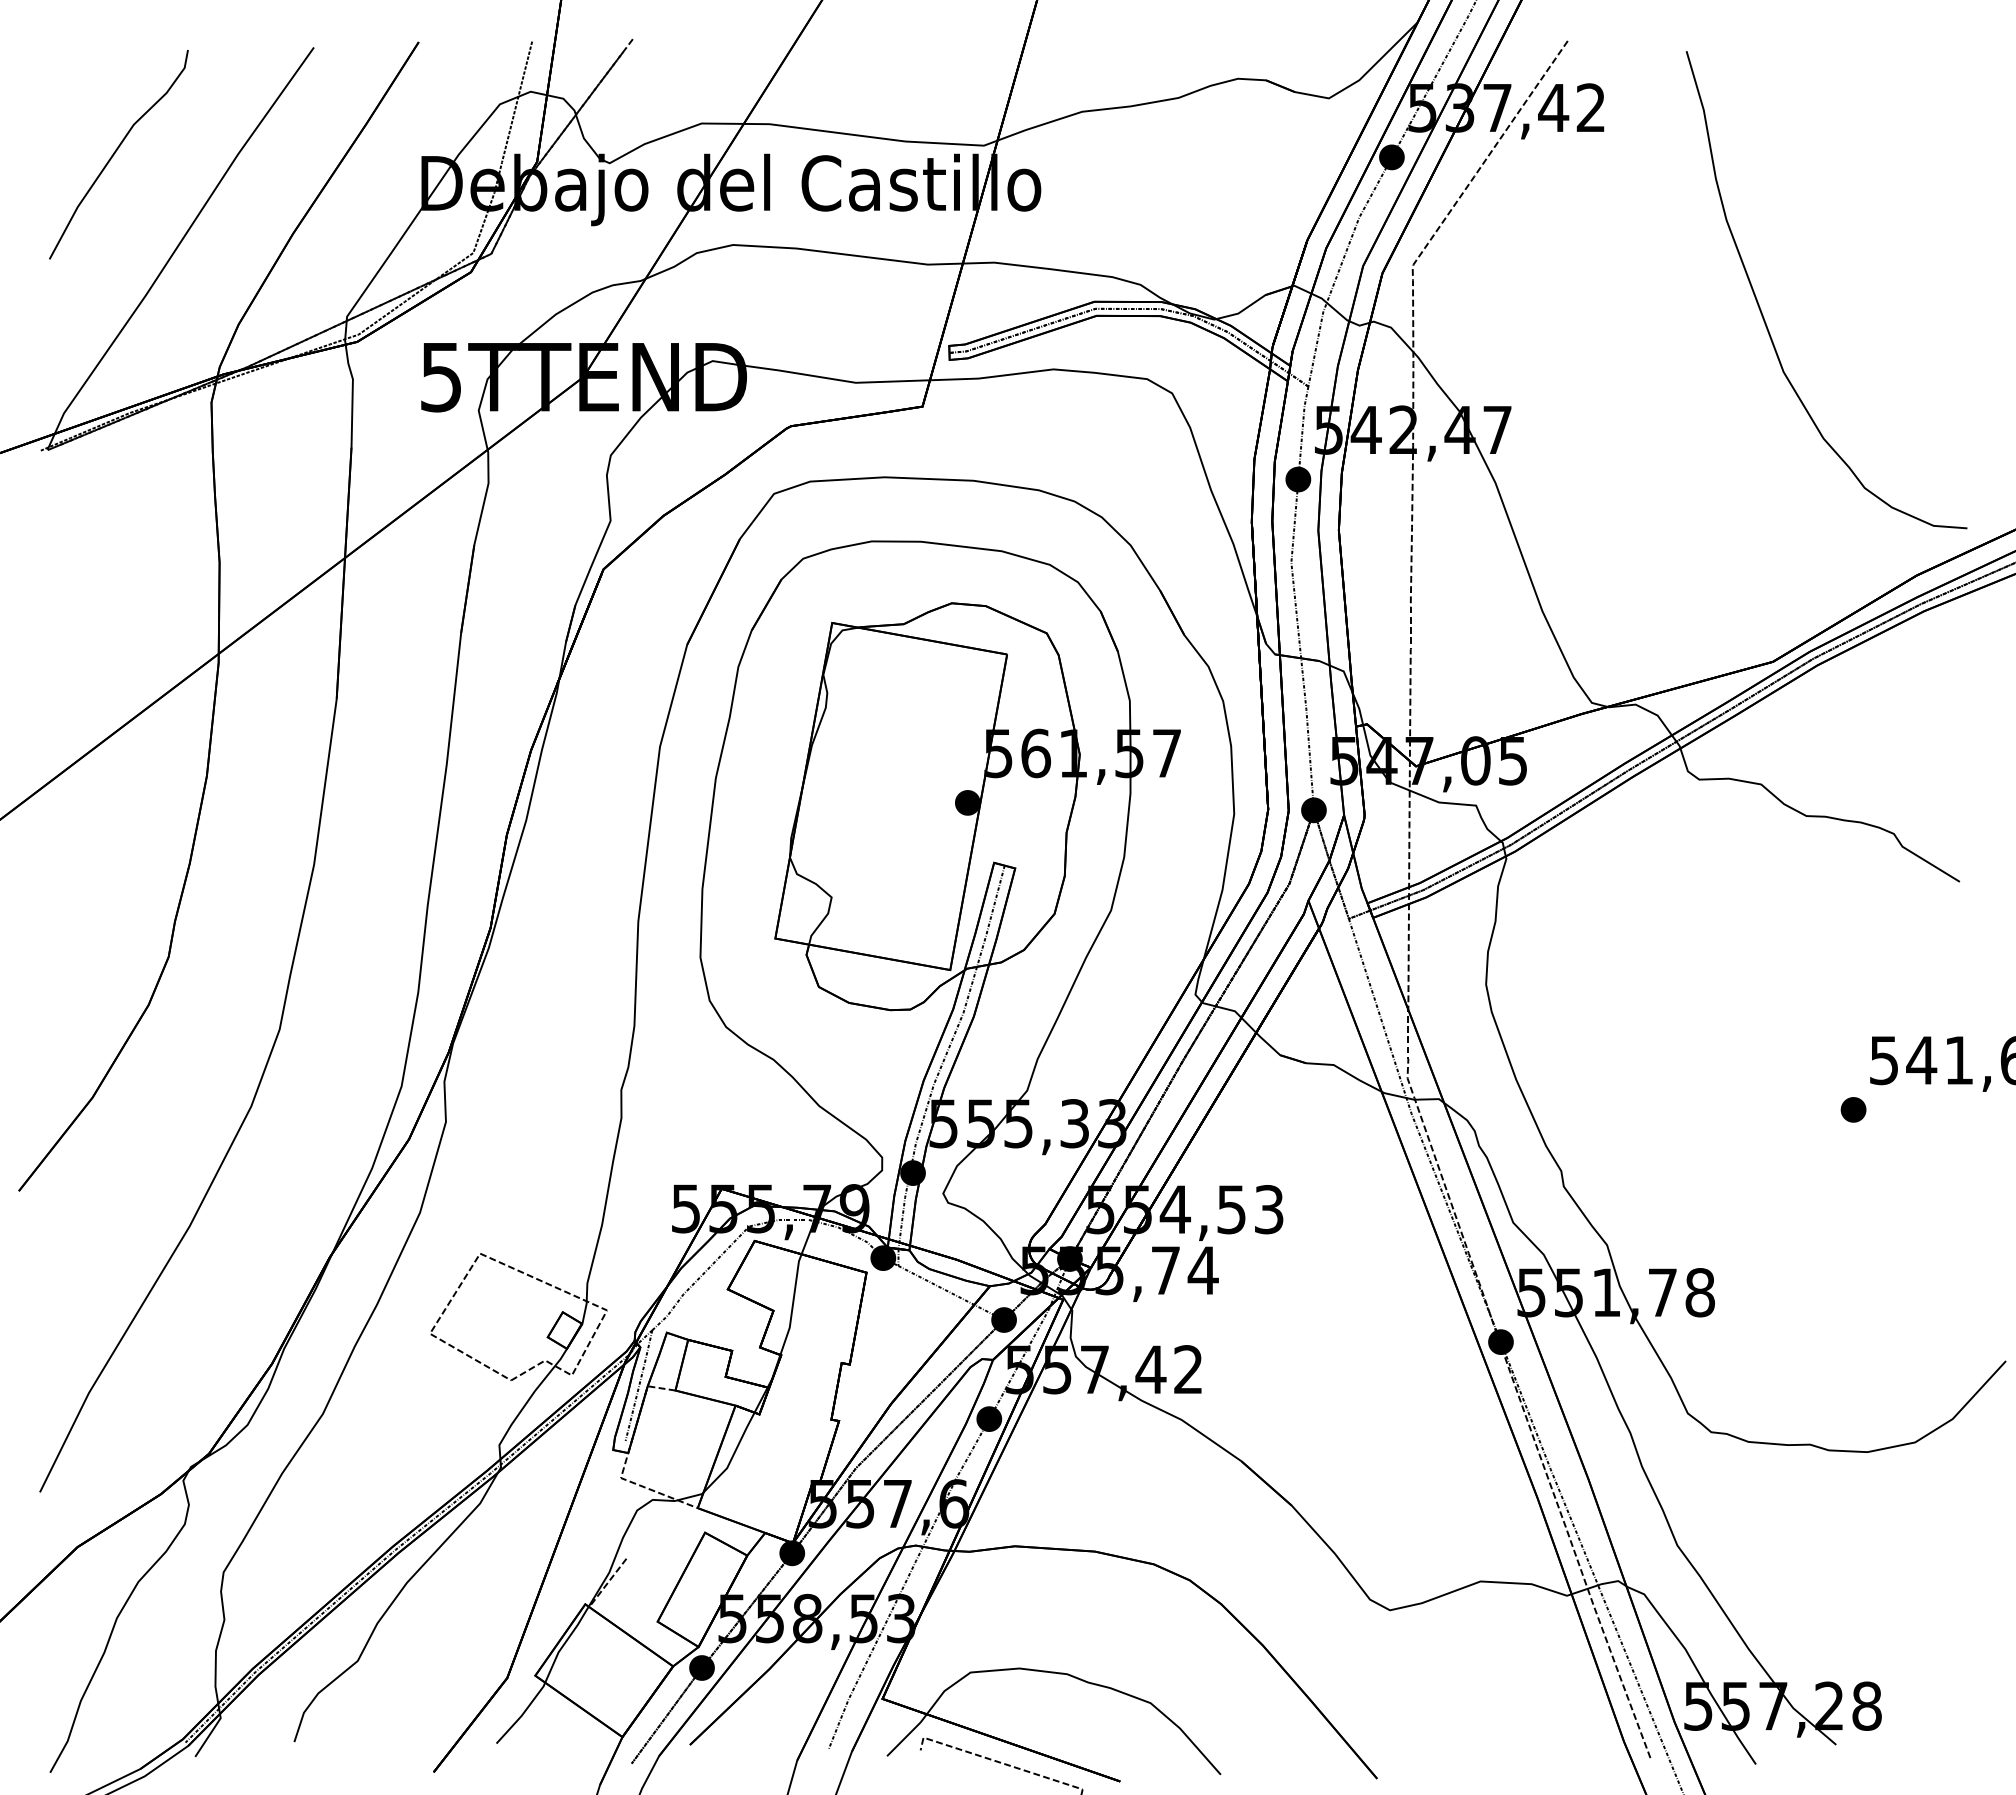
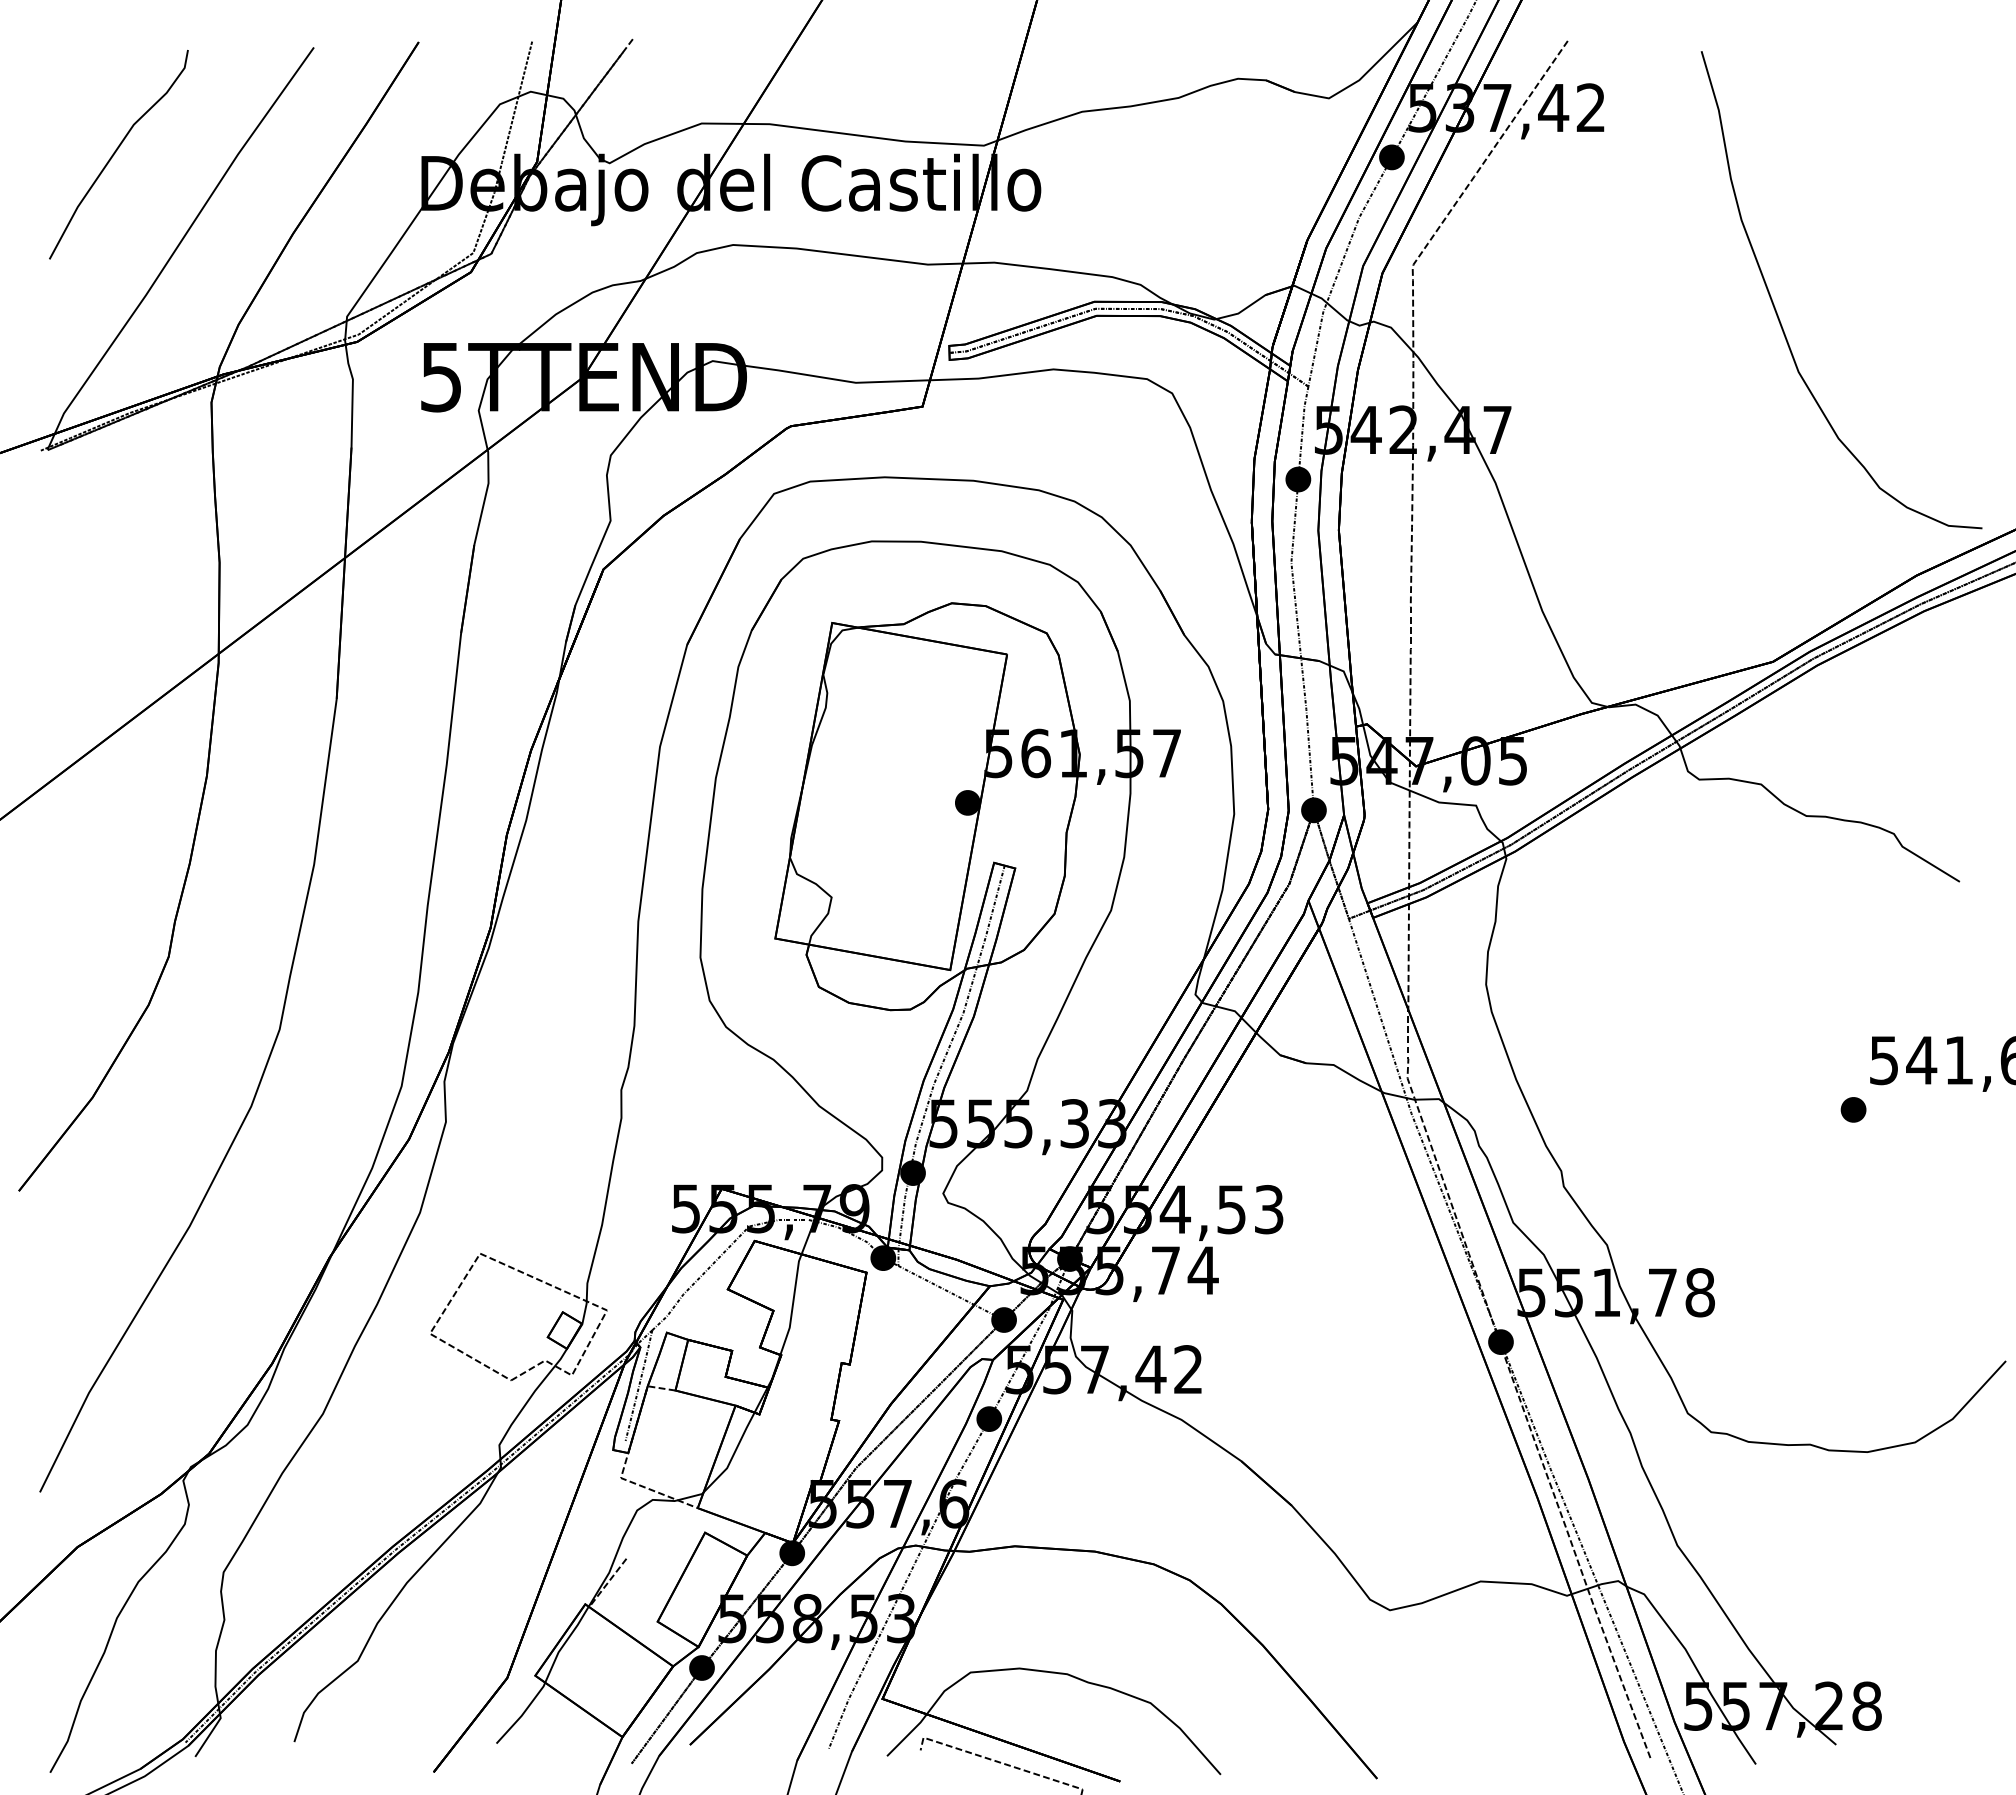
curve at (1764, 317) position: (1764, 317) -> (1779, 317)
